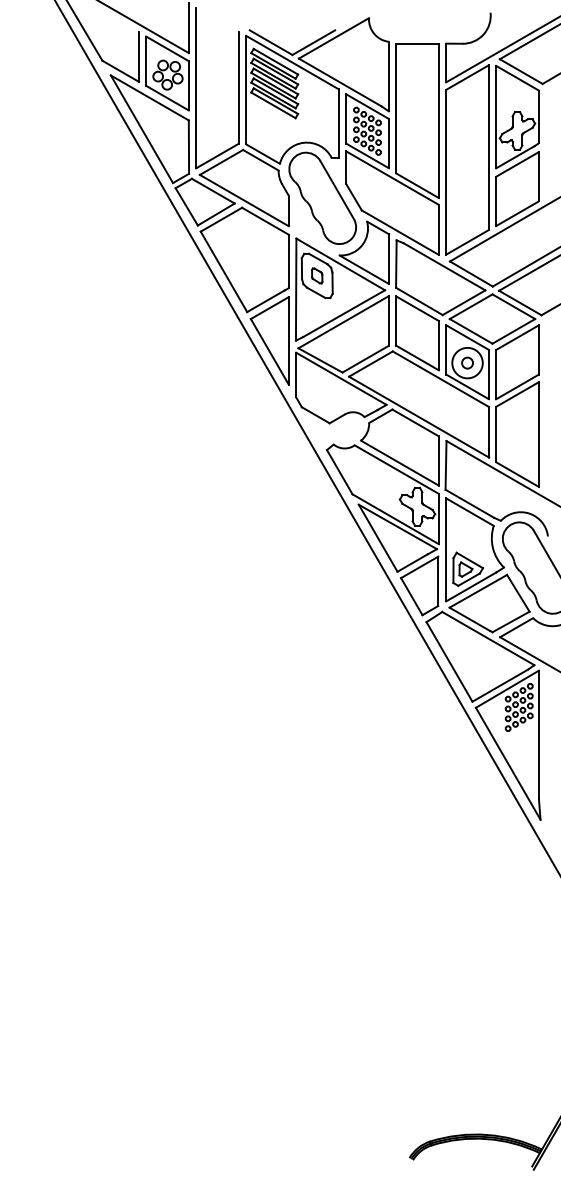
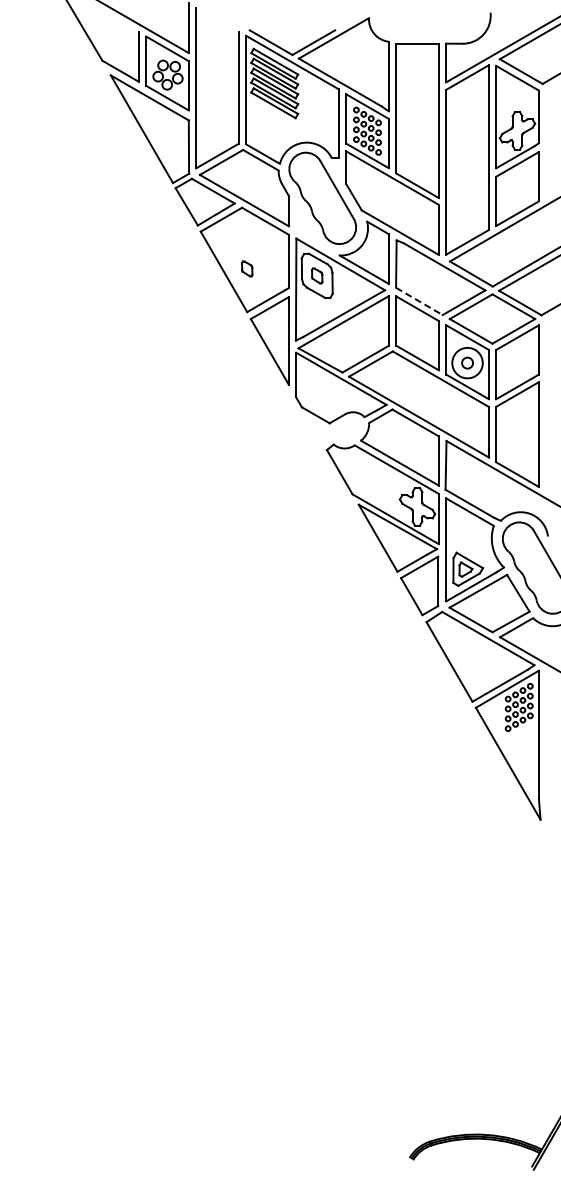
part at (247, 268): none -> present
line at (419, 301): solid -> dashed
line at (306, 436): present -> none
